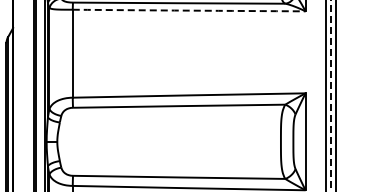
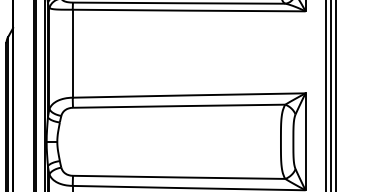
arc at (189, 10): dashed -> solid
line at (330, 95): dashed -> solid
